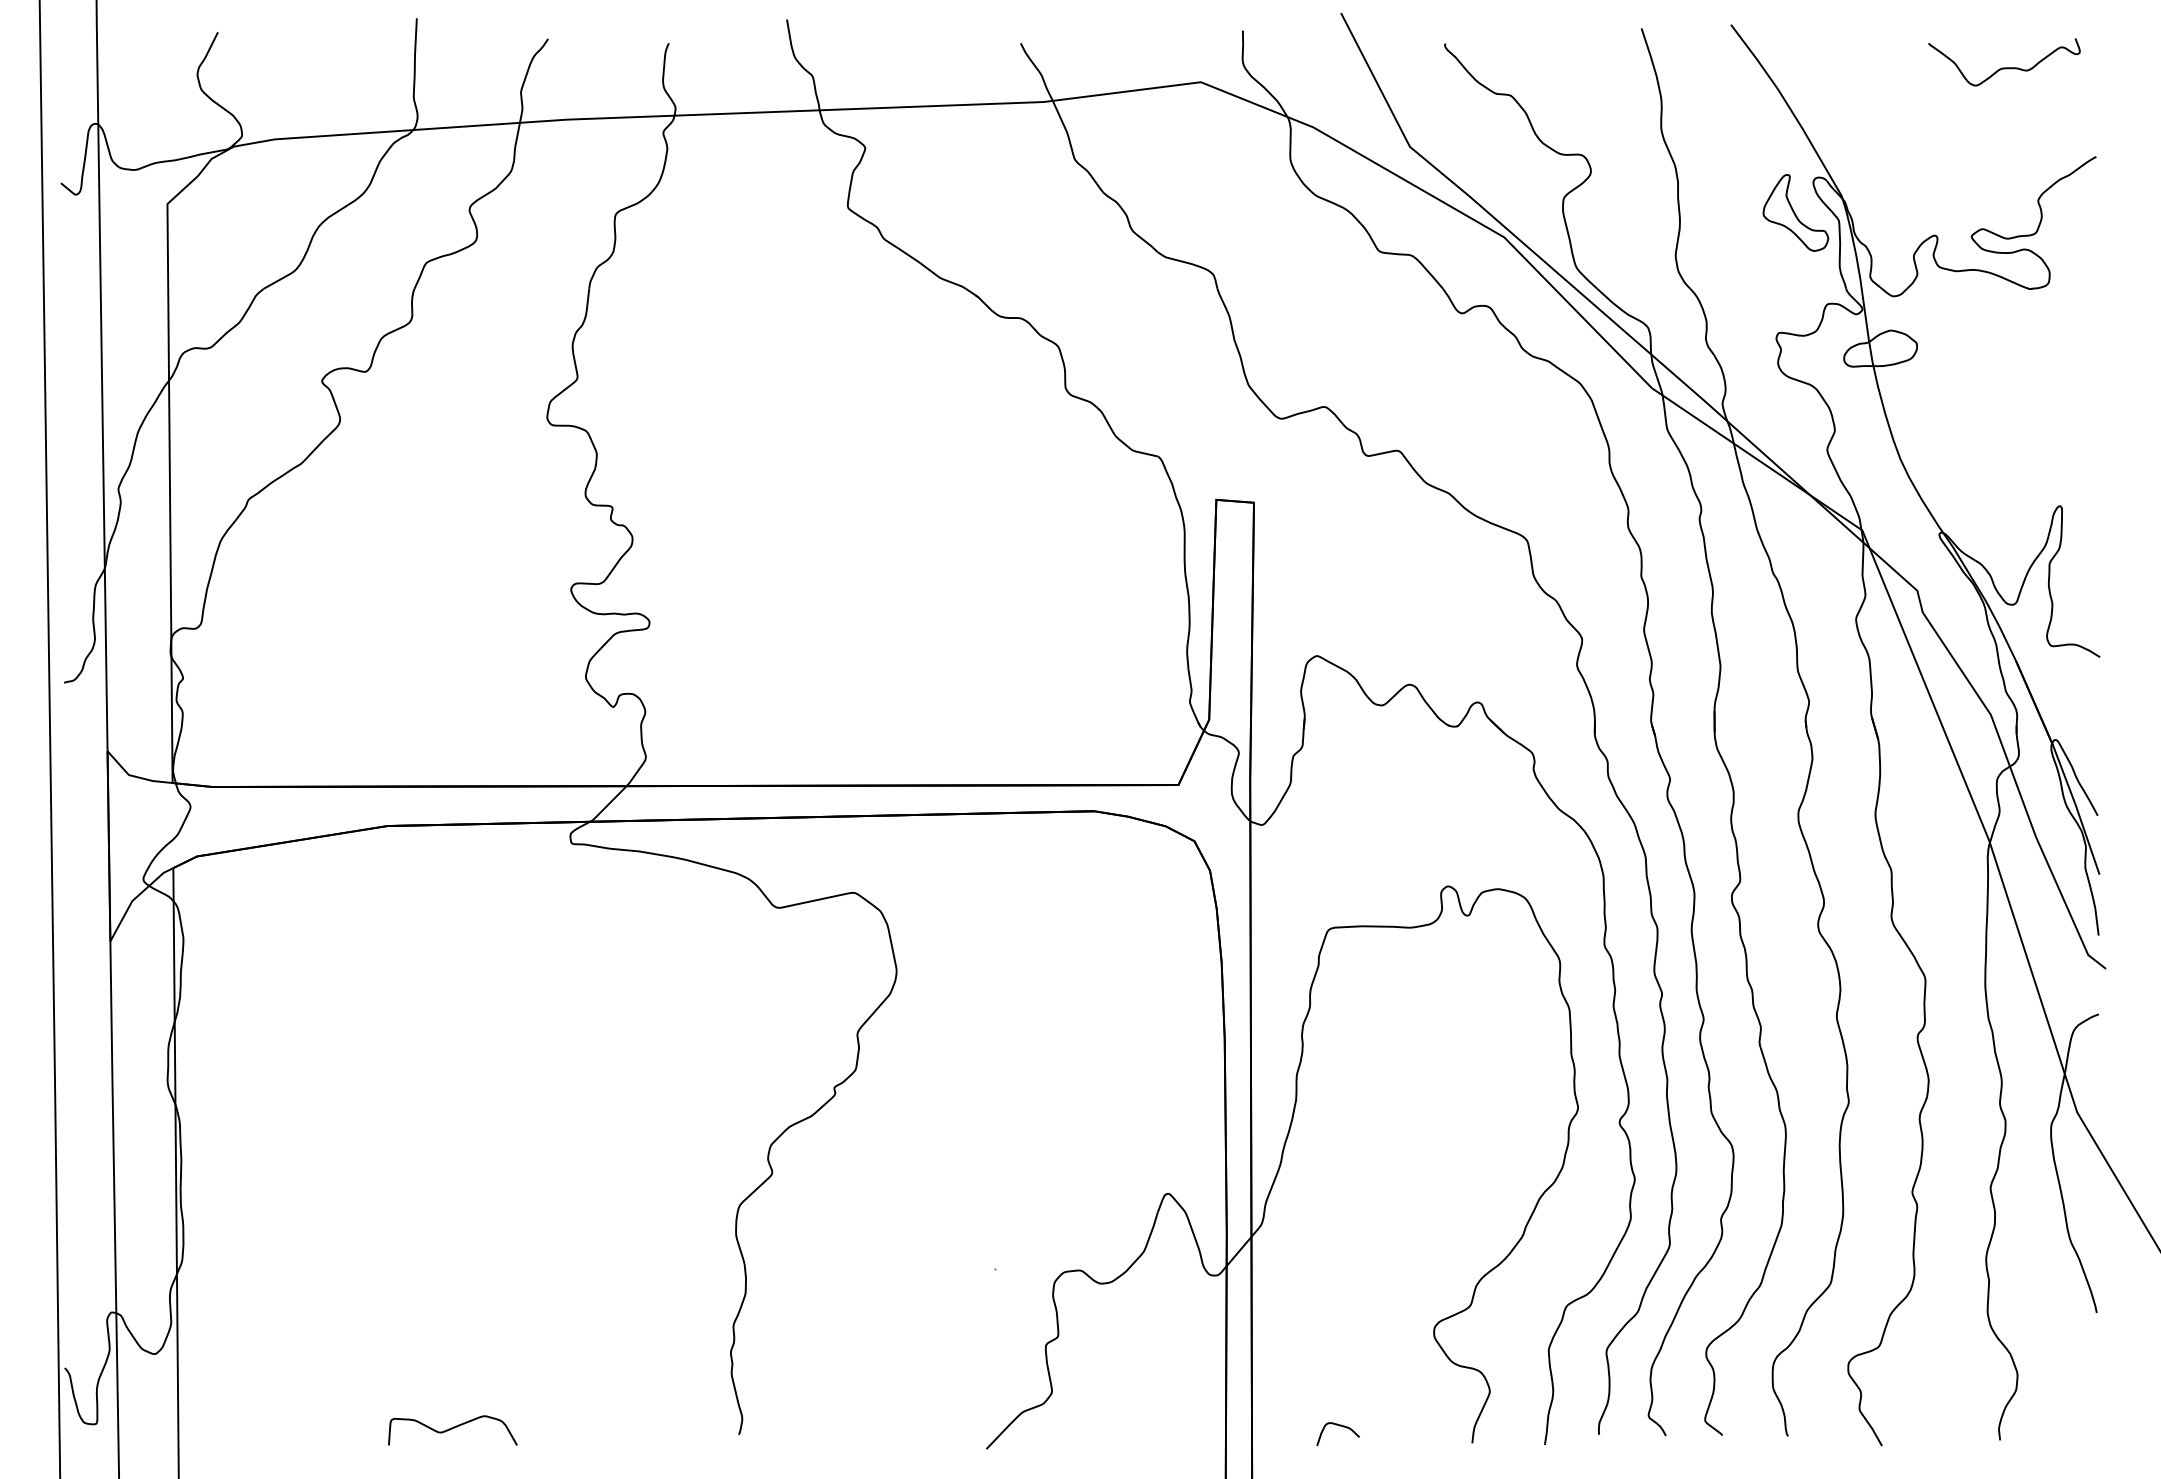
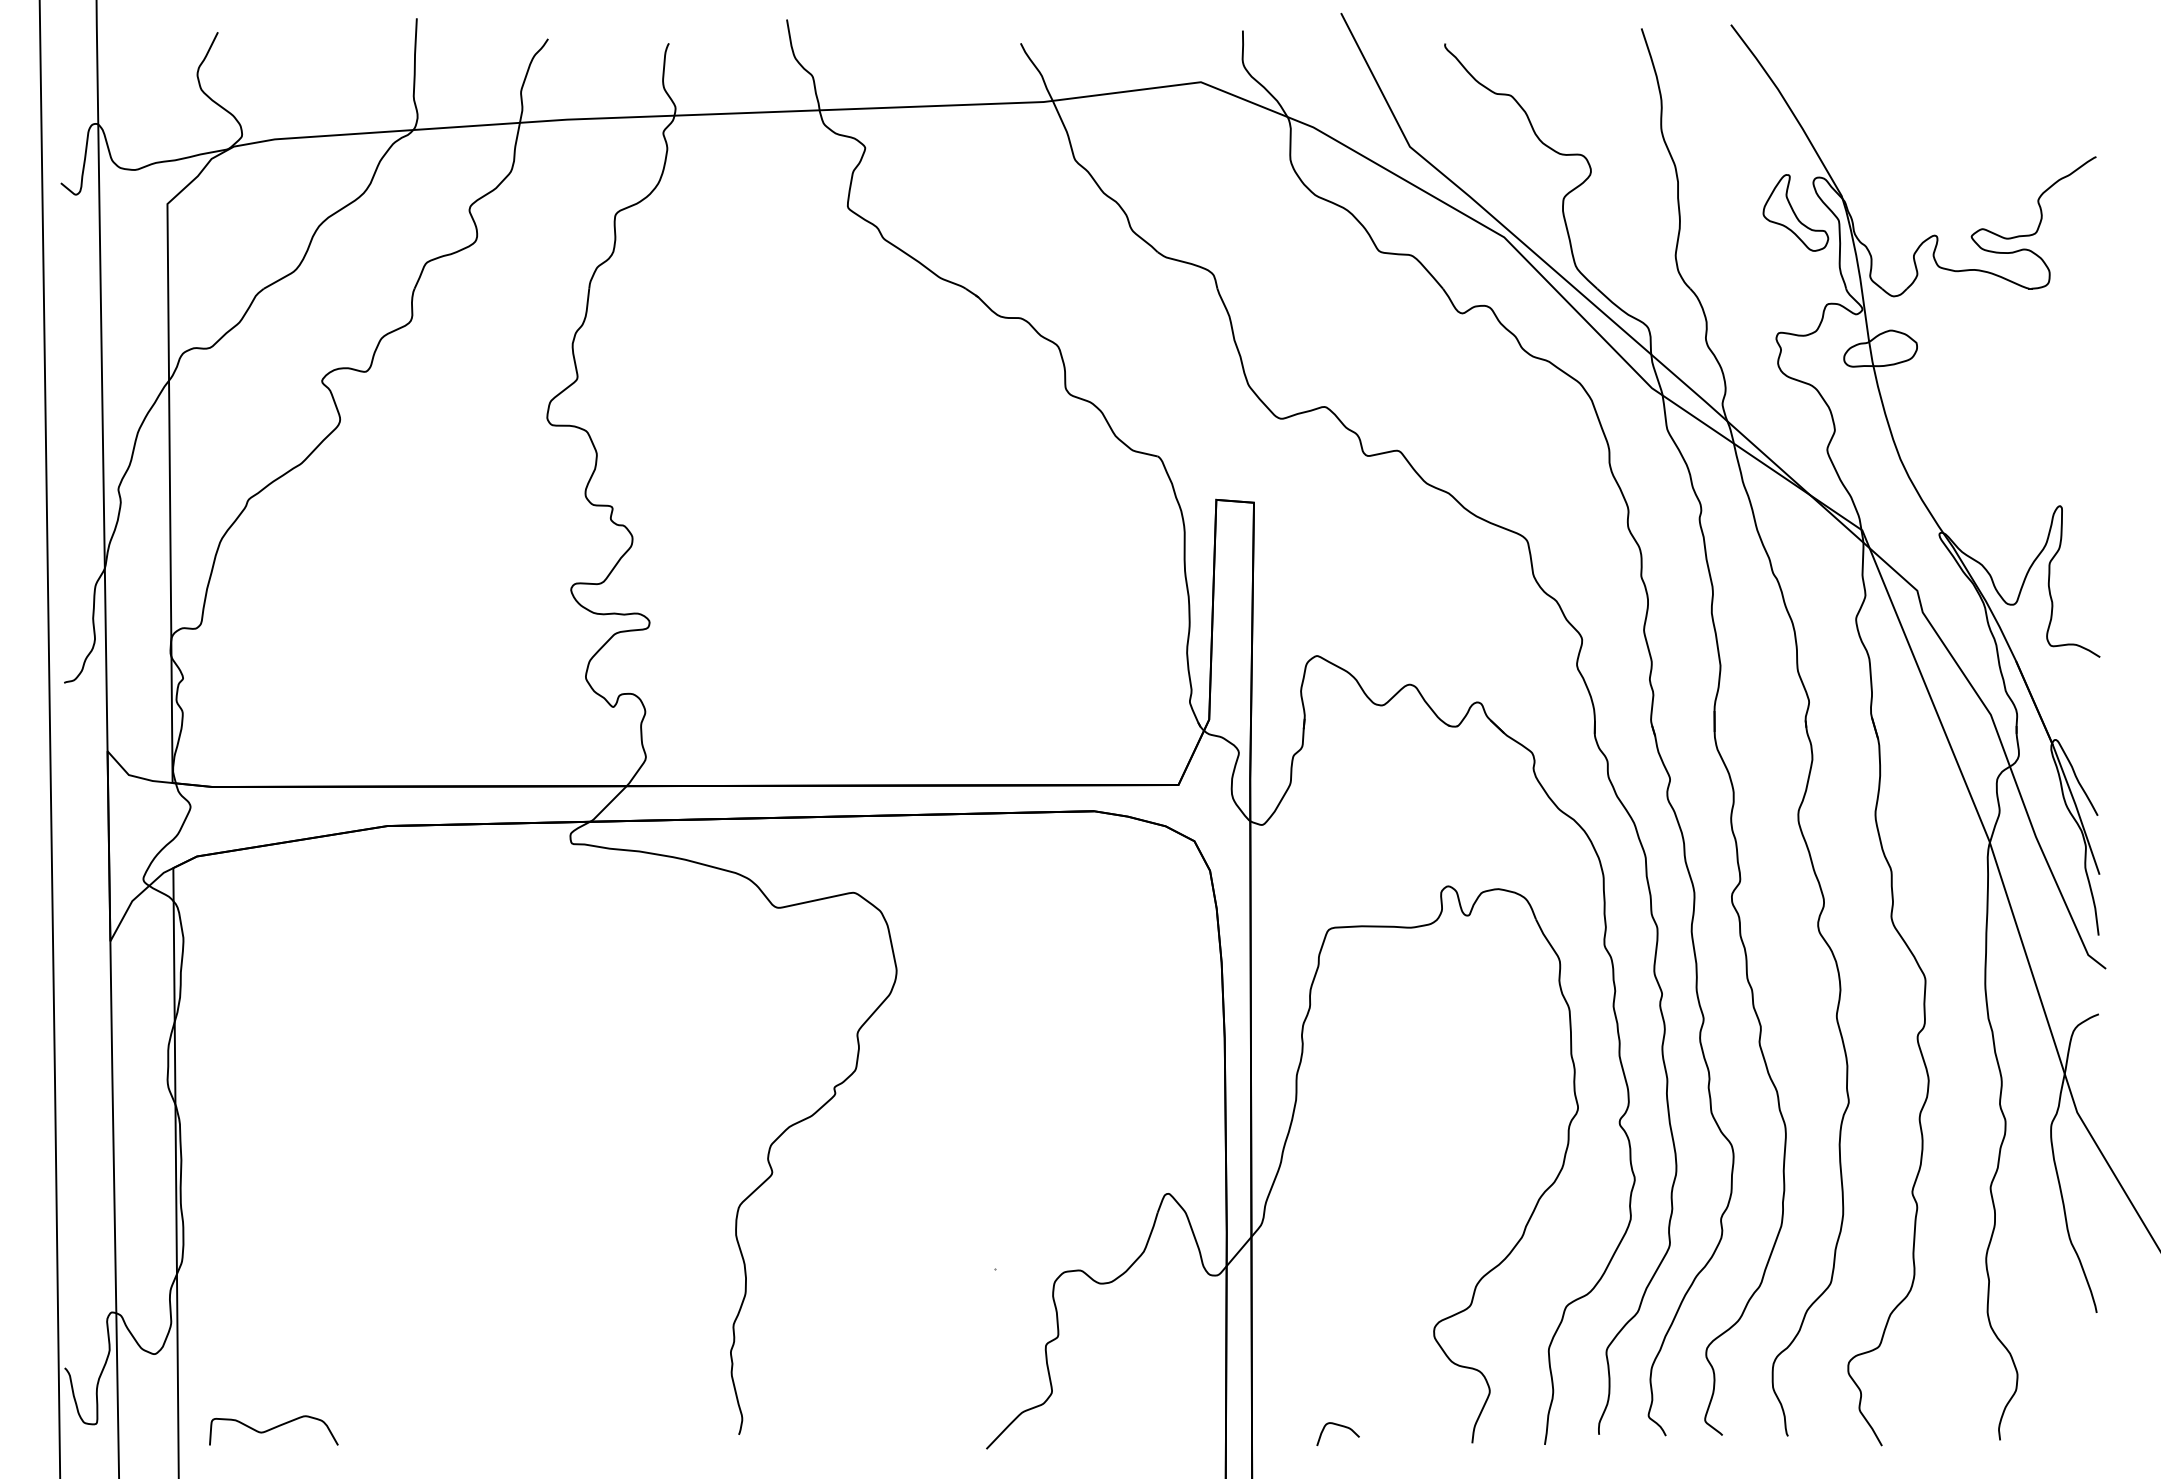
curve at (2004, 67): present -> none
curve at (452, 1429) position: (452, 1429) -> (273, 1429)
